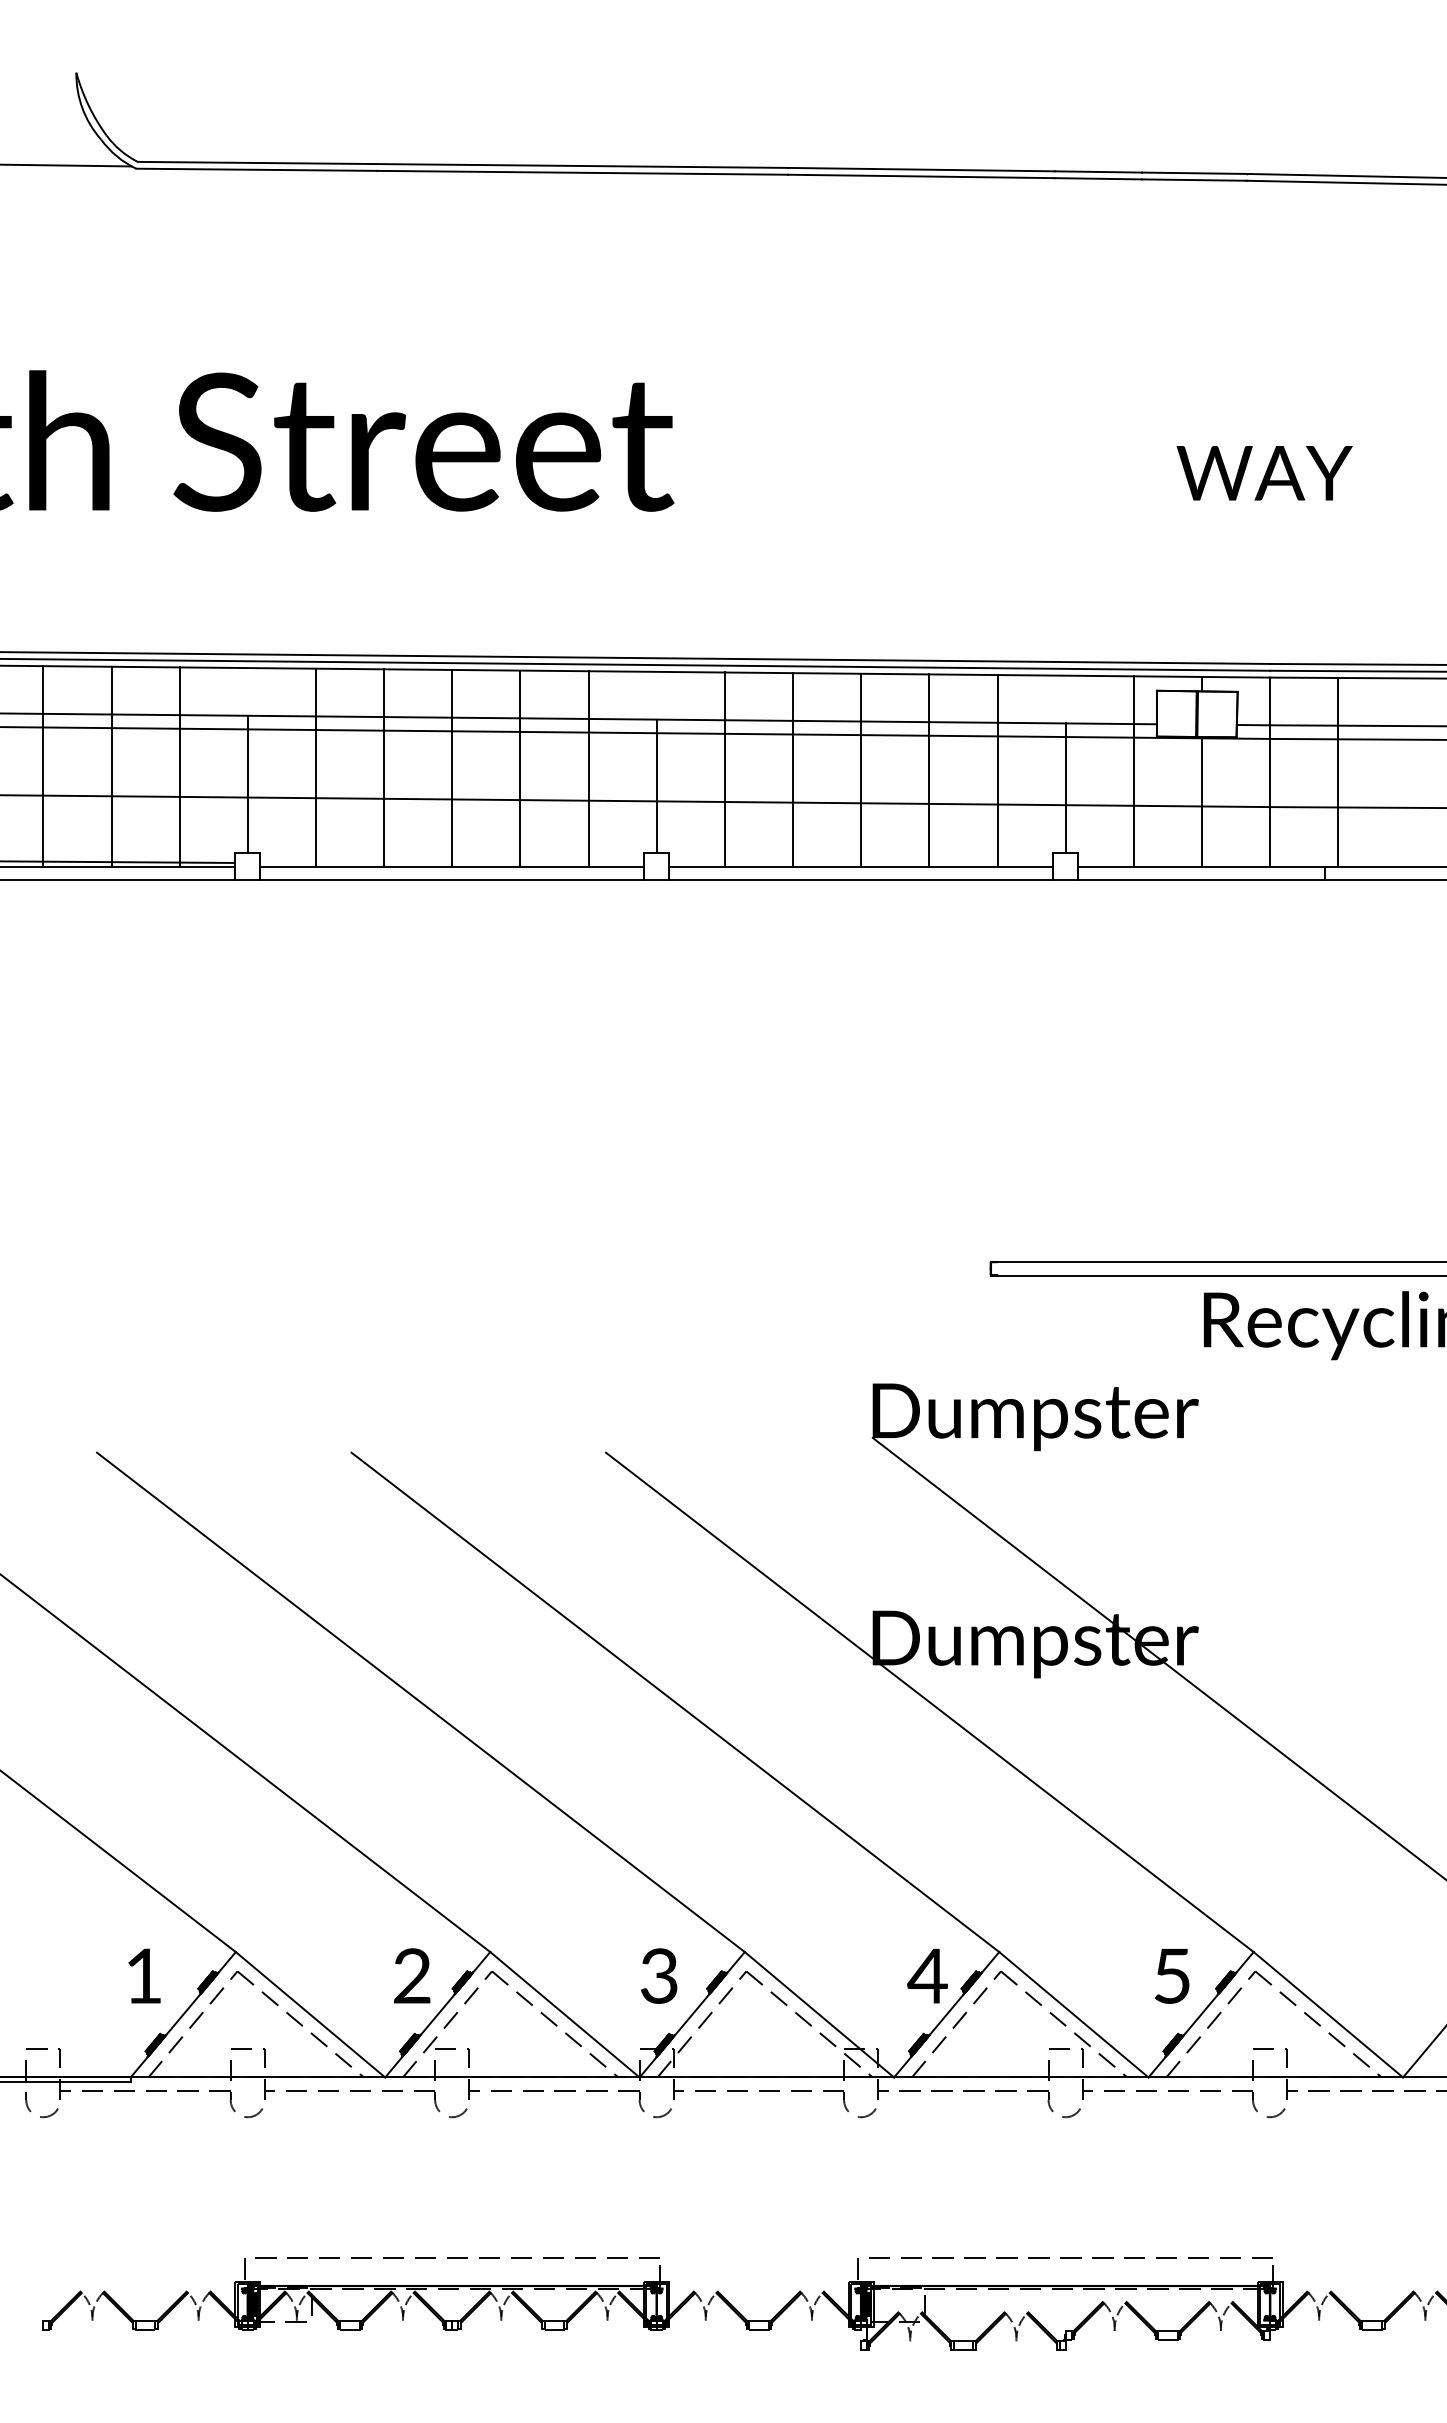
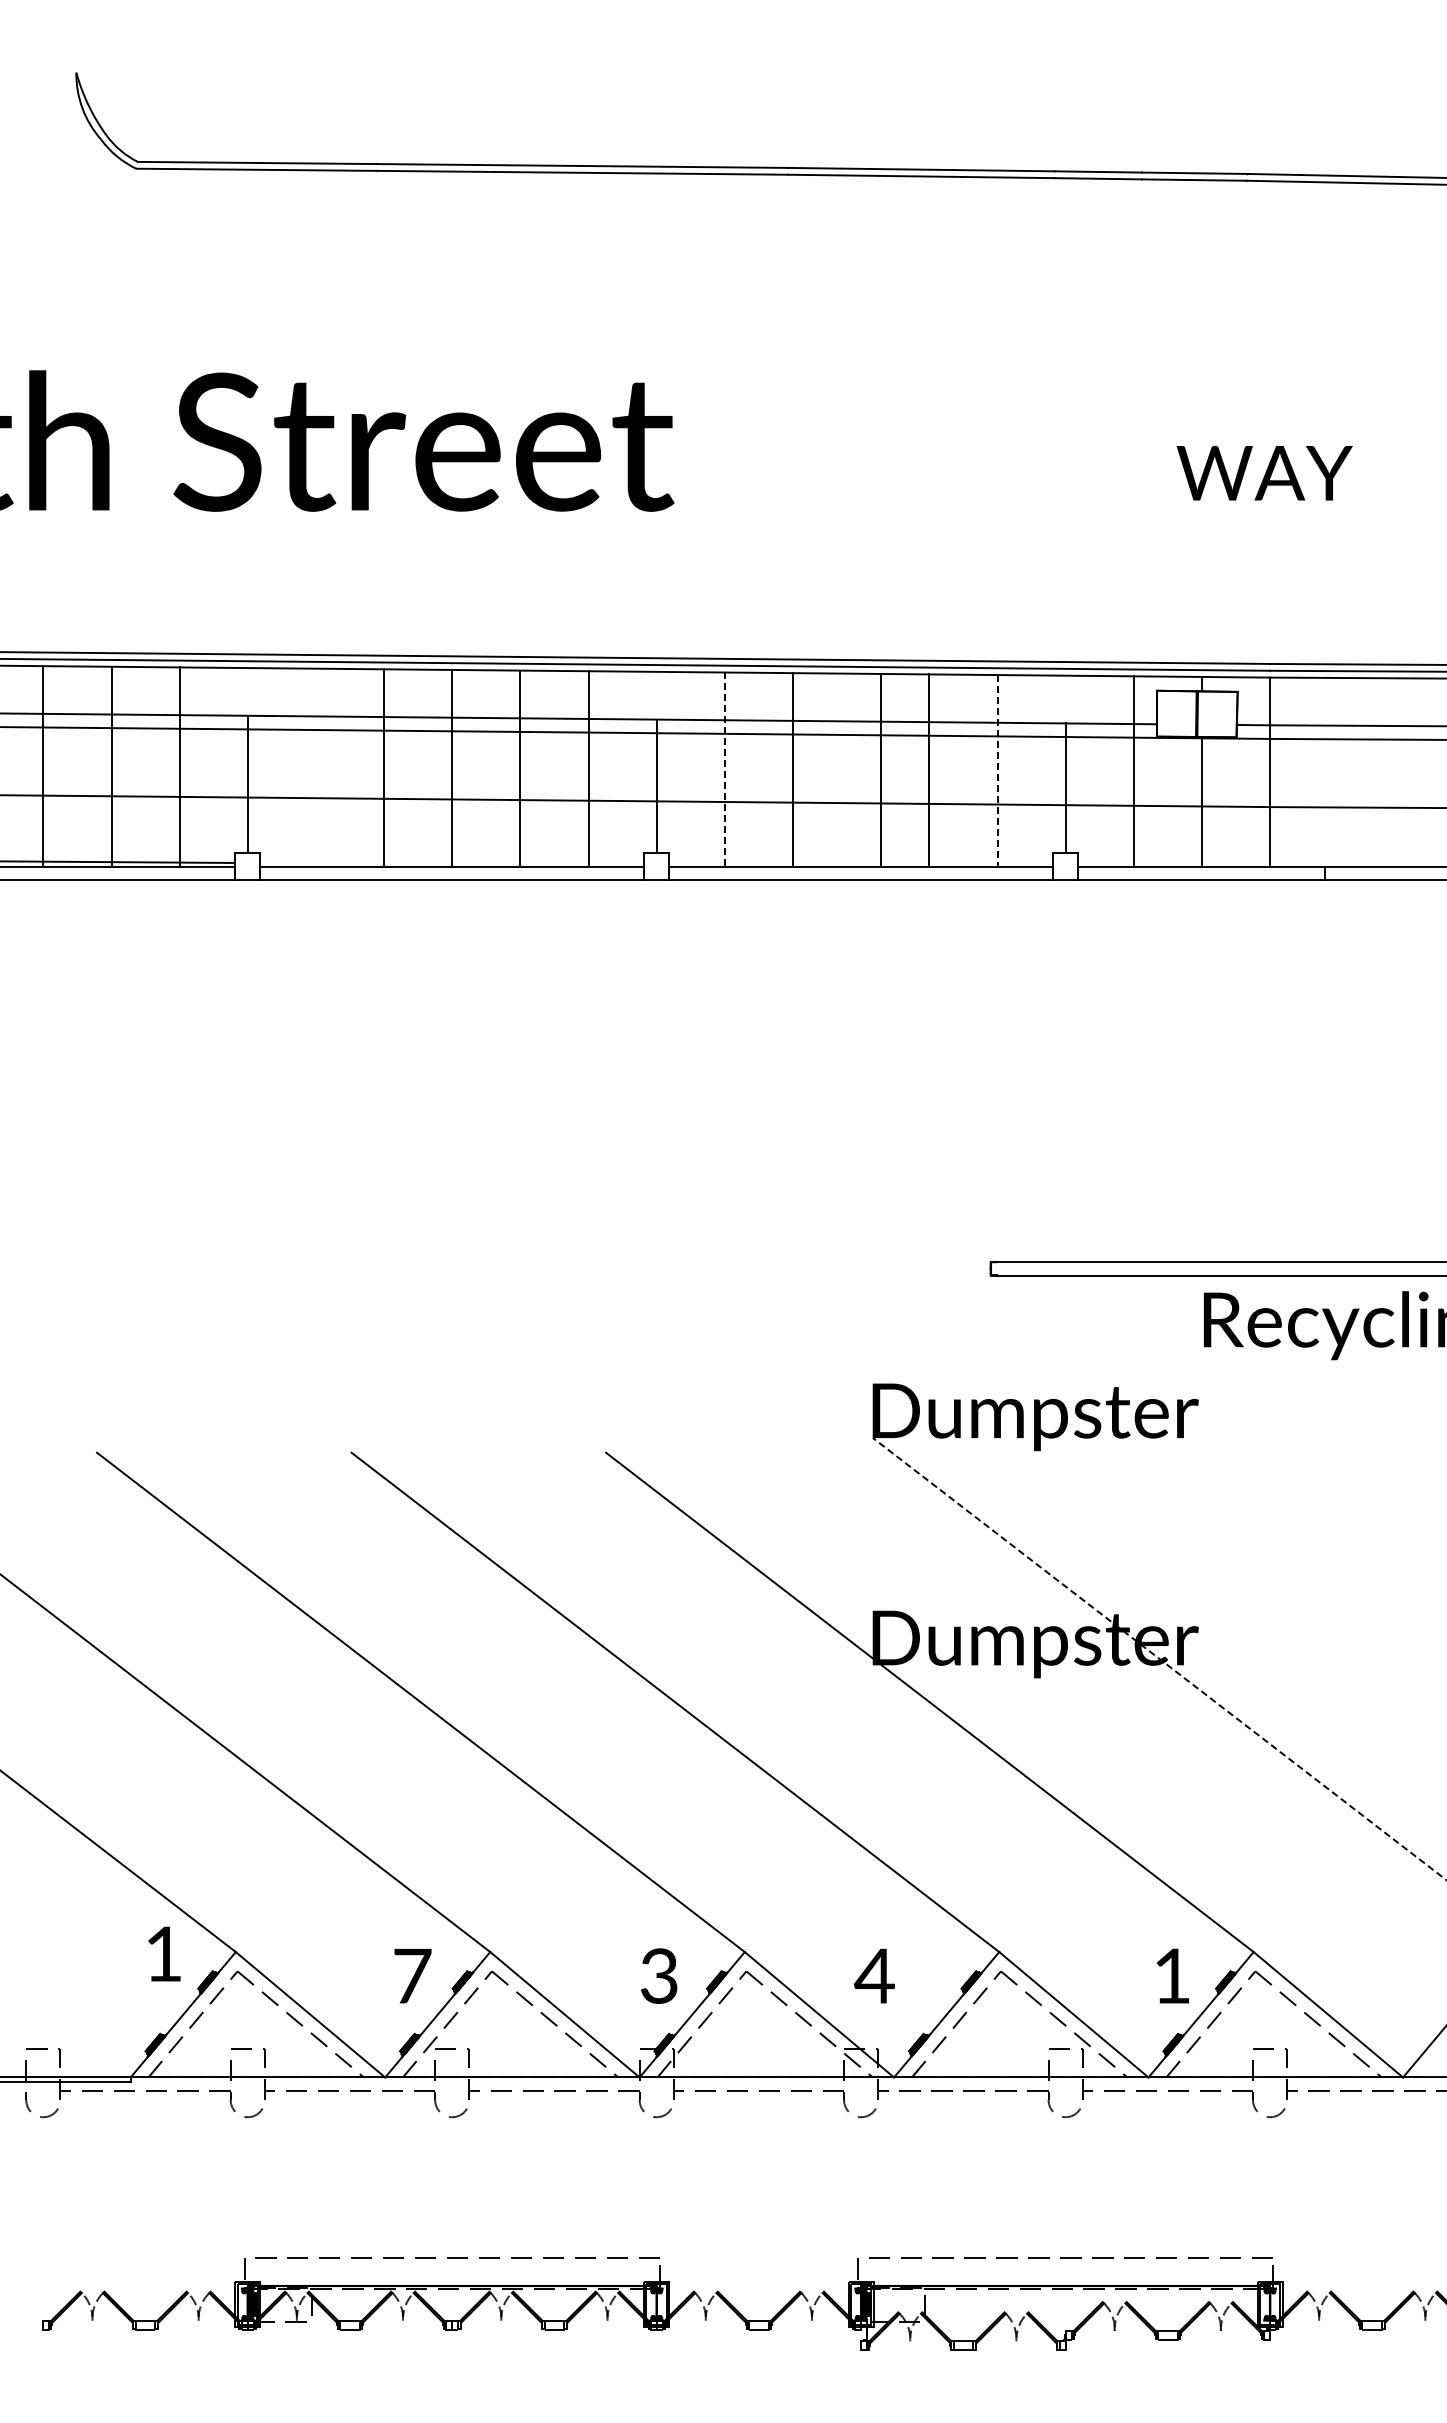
line at (66, 165): present -> none
line at (316, 767): present -> none
line at (861, 769) position: (861, 769) -> (881, 769)
line at (724, 770): solid -> dashed
line at (997, 770): solid -> dashed
line at (1338, 771): present -> none
line at (1159, 1658): solid -> dashed
text at (144, 1975) position: (144, 1975) -> (164, 1953)
text at (412, 1975): 2 -> 7
text at (1171, 1975): 5 -> 1
text at (927, 1976) position: (927, 1976) -> (874, 1976)
